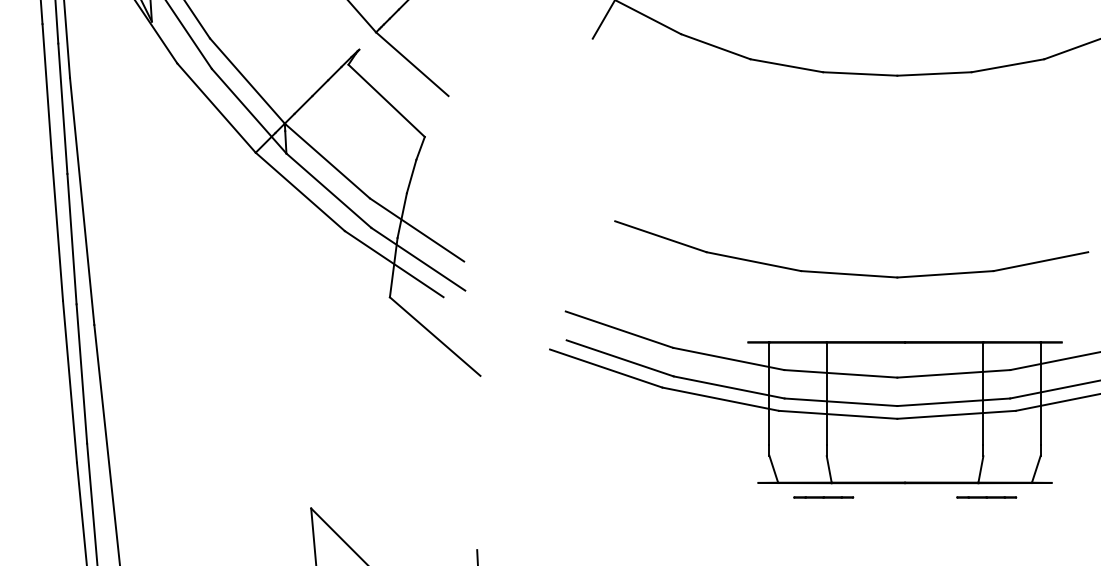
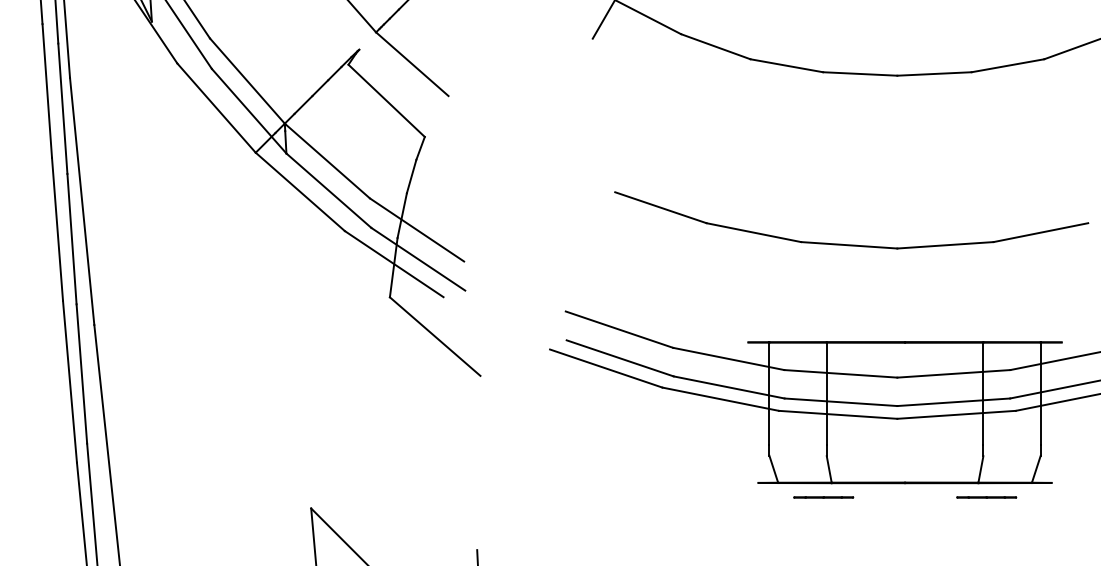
part at (851, 273) position: (851, 273) -> (851, 244)
